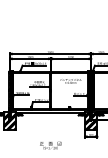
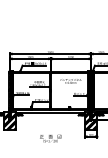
text at (50, 145) position: (50, 145) -> (50, 138)
